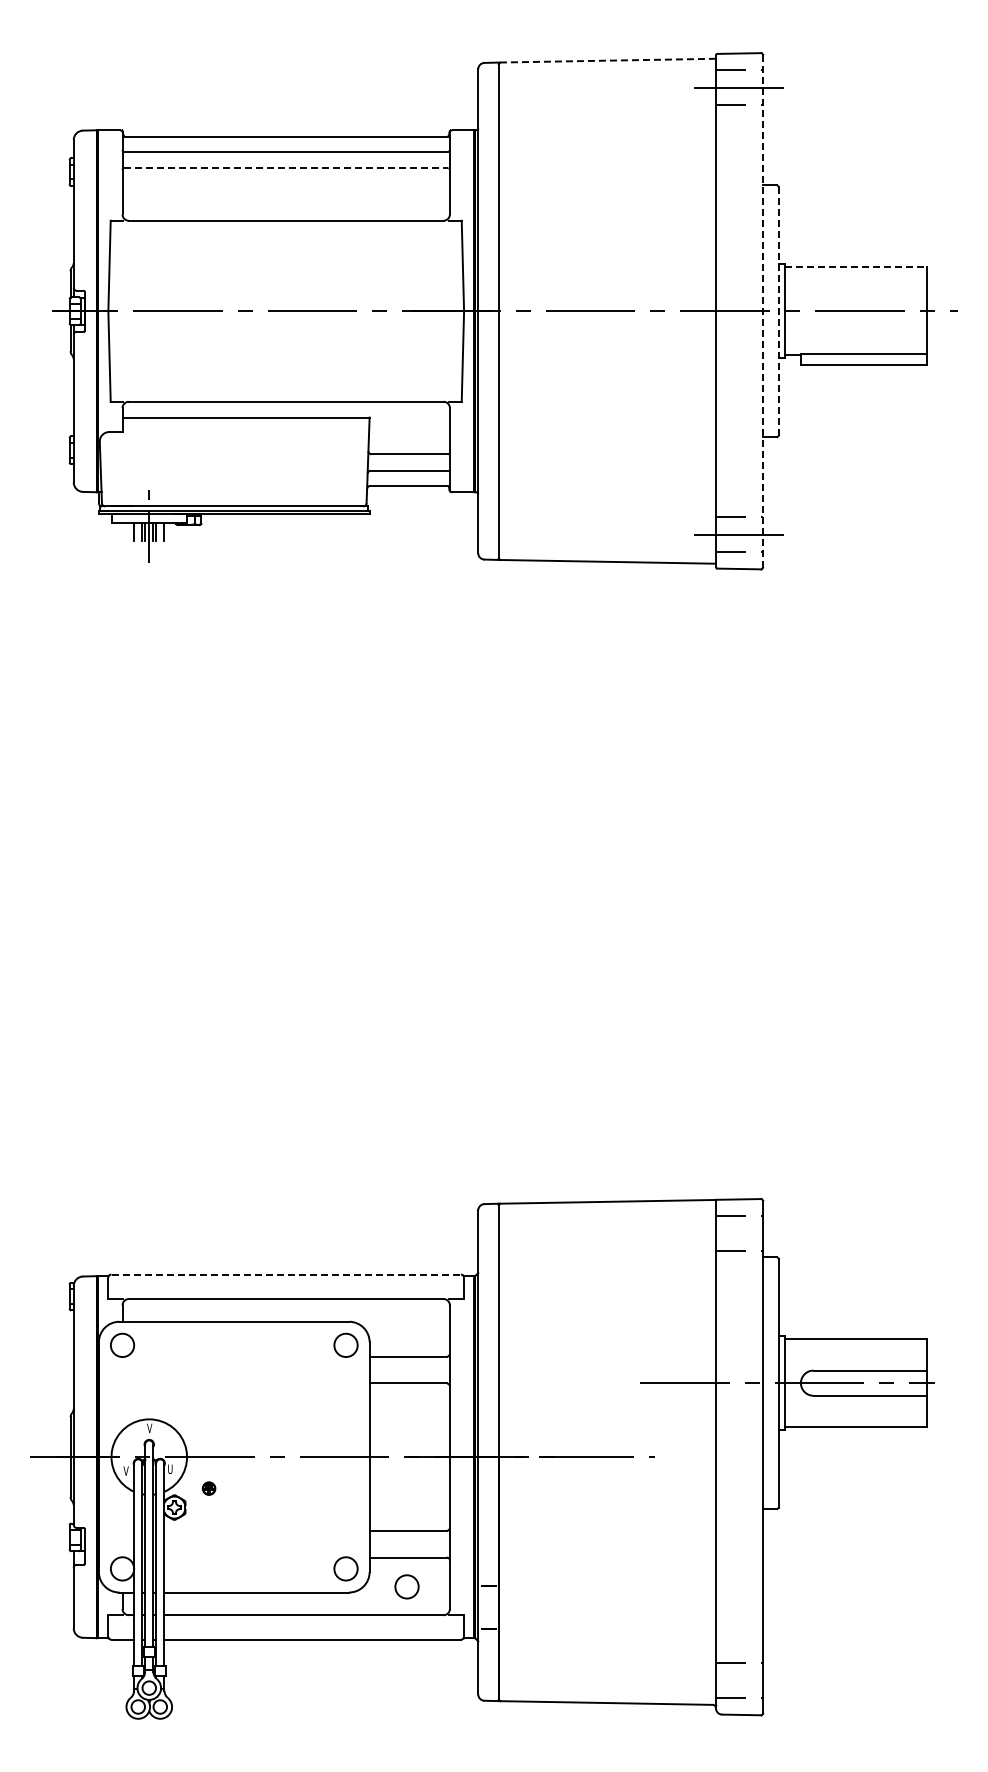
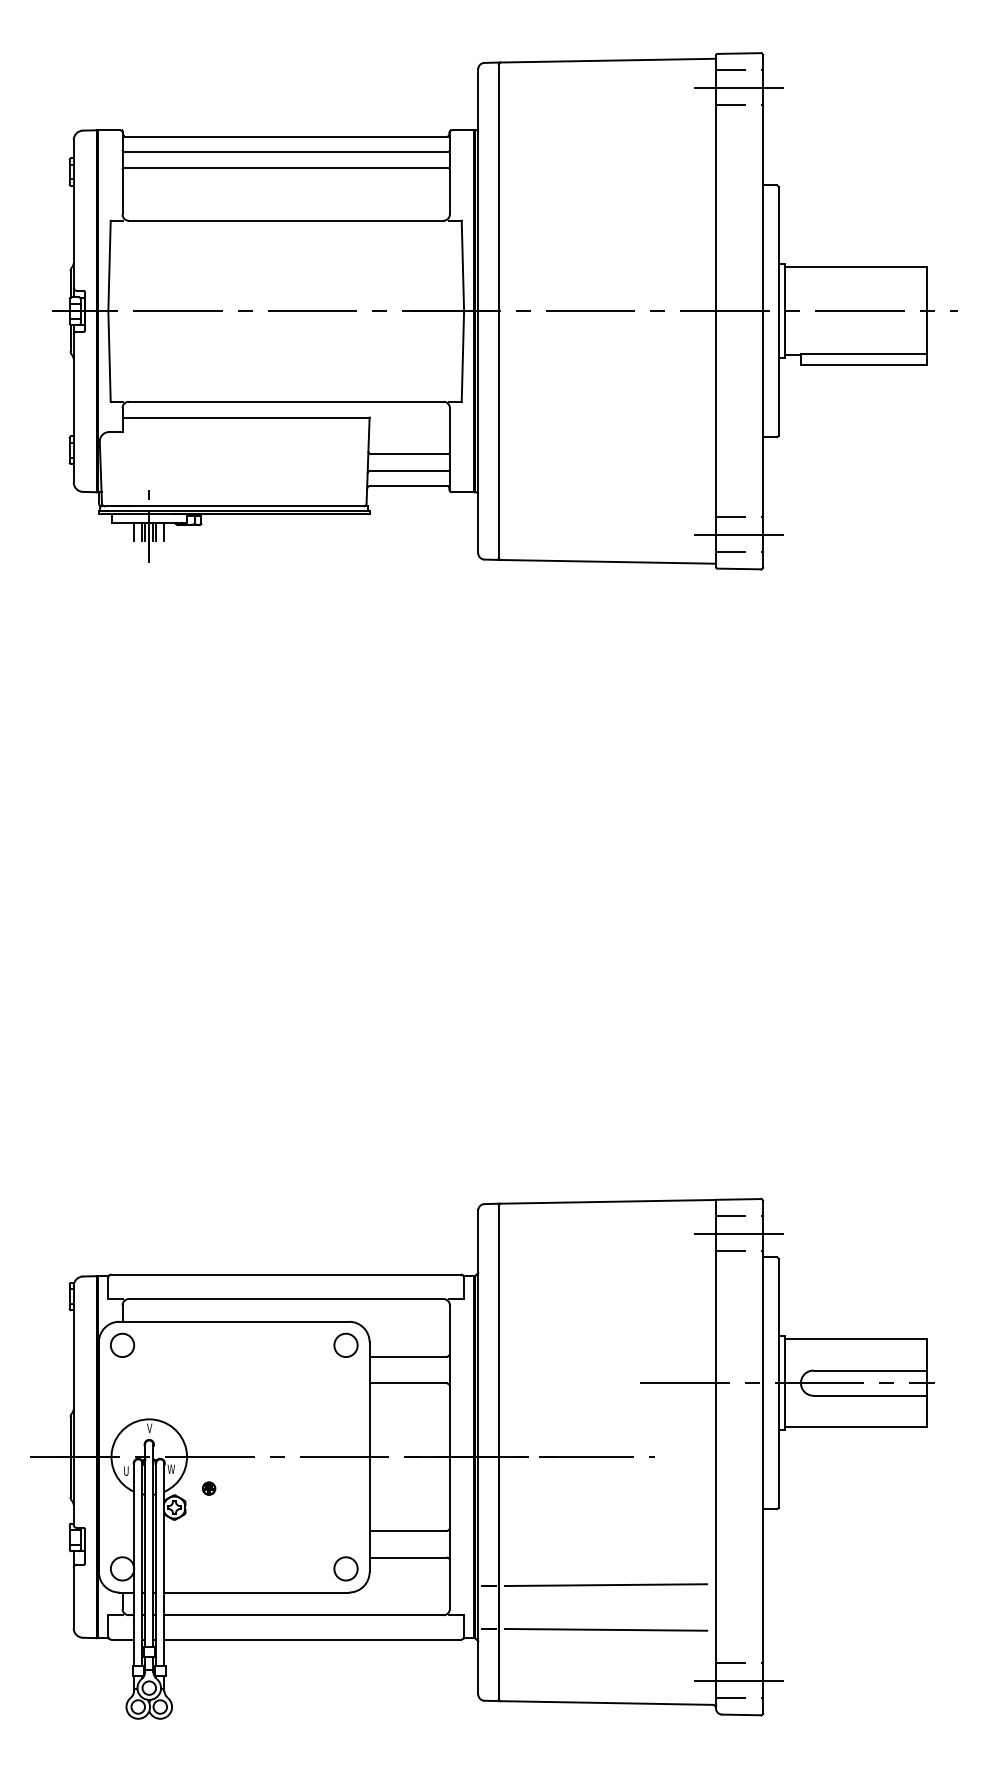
line at (608, 60): dashed -> solid
line at (286, 168): dashed -> solid
line at (856, 267): dashed -> solid
line at (778, 310): dashed -> solid
line at (763, 311): dashed -> solid
line at (739, 1233): none -> present
line at (286, 1274): dashed -> solid
text at (170, 1469): U -> W
text at (125, 1470): V -> U
line at (605, 1585): none -> present
circle at (406, 1586): present -> none
line at (605, 1629): none -> present
line at (739, 1680): none -> present
